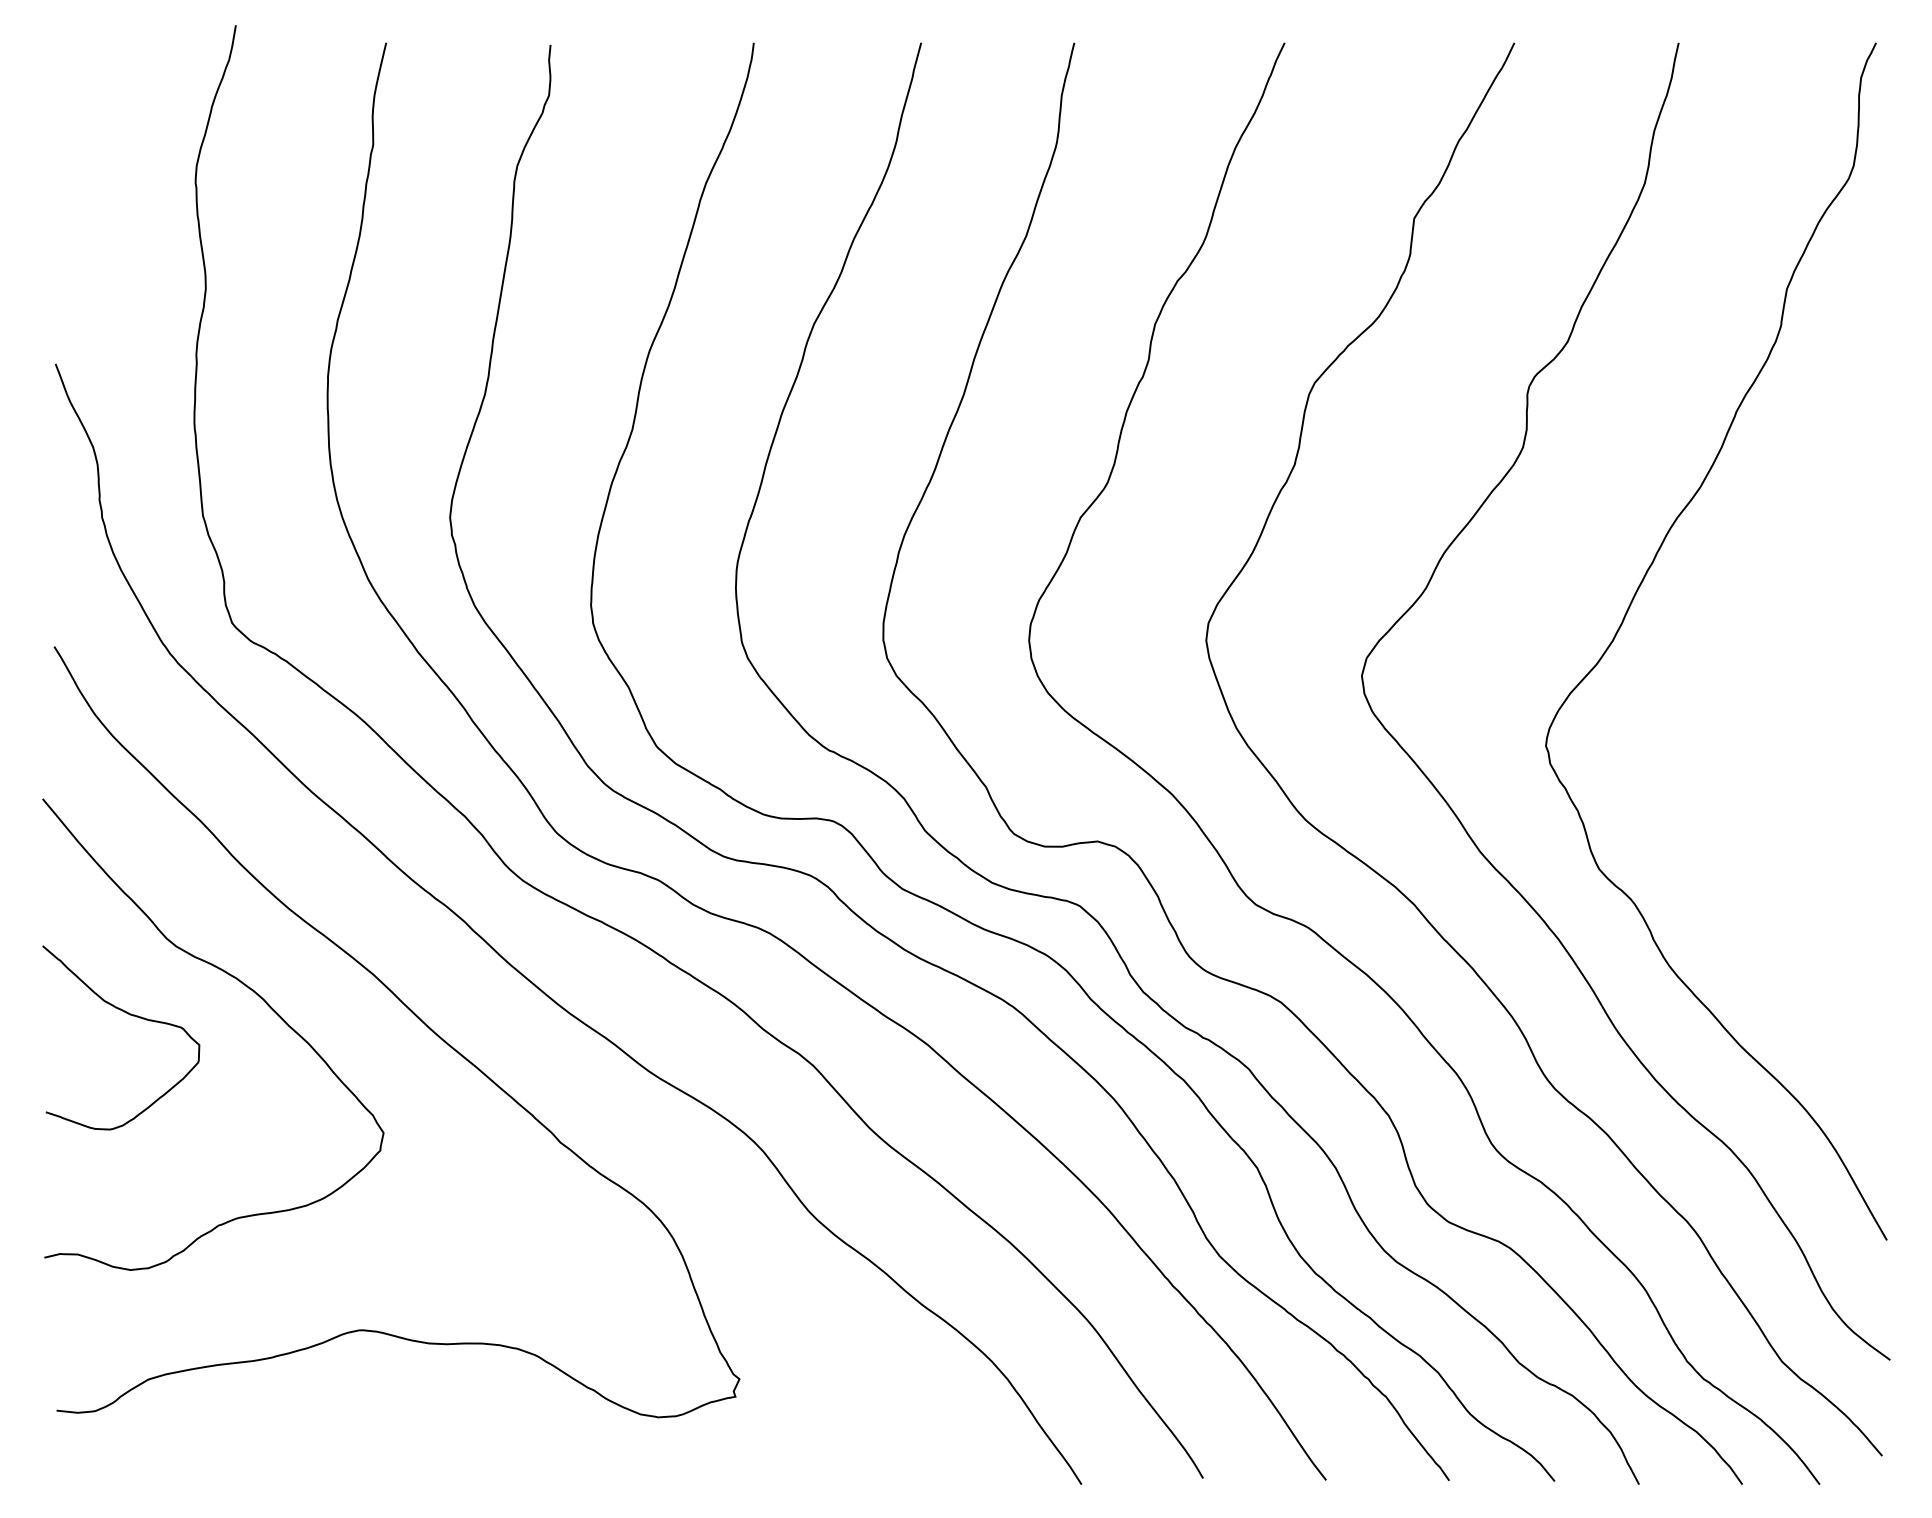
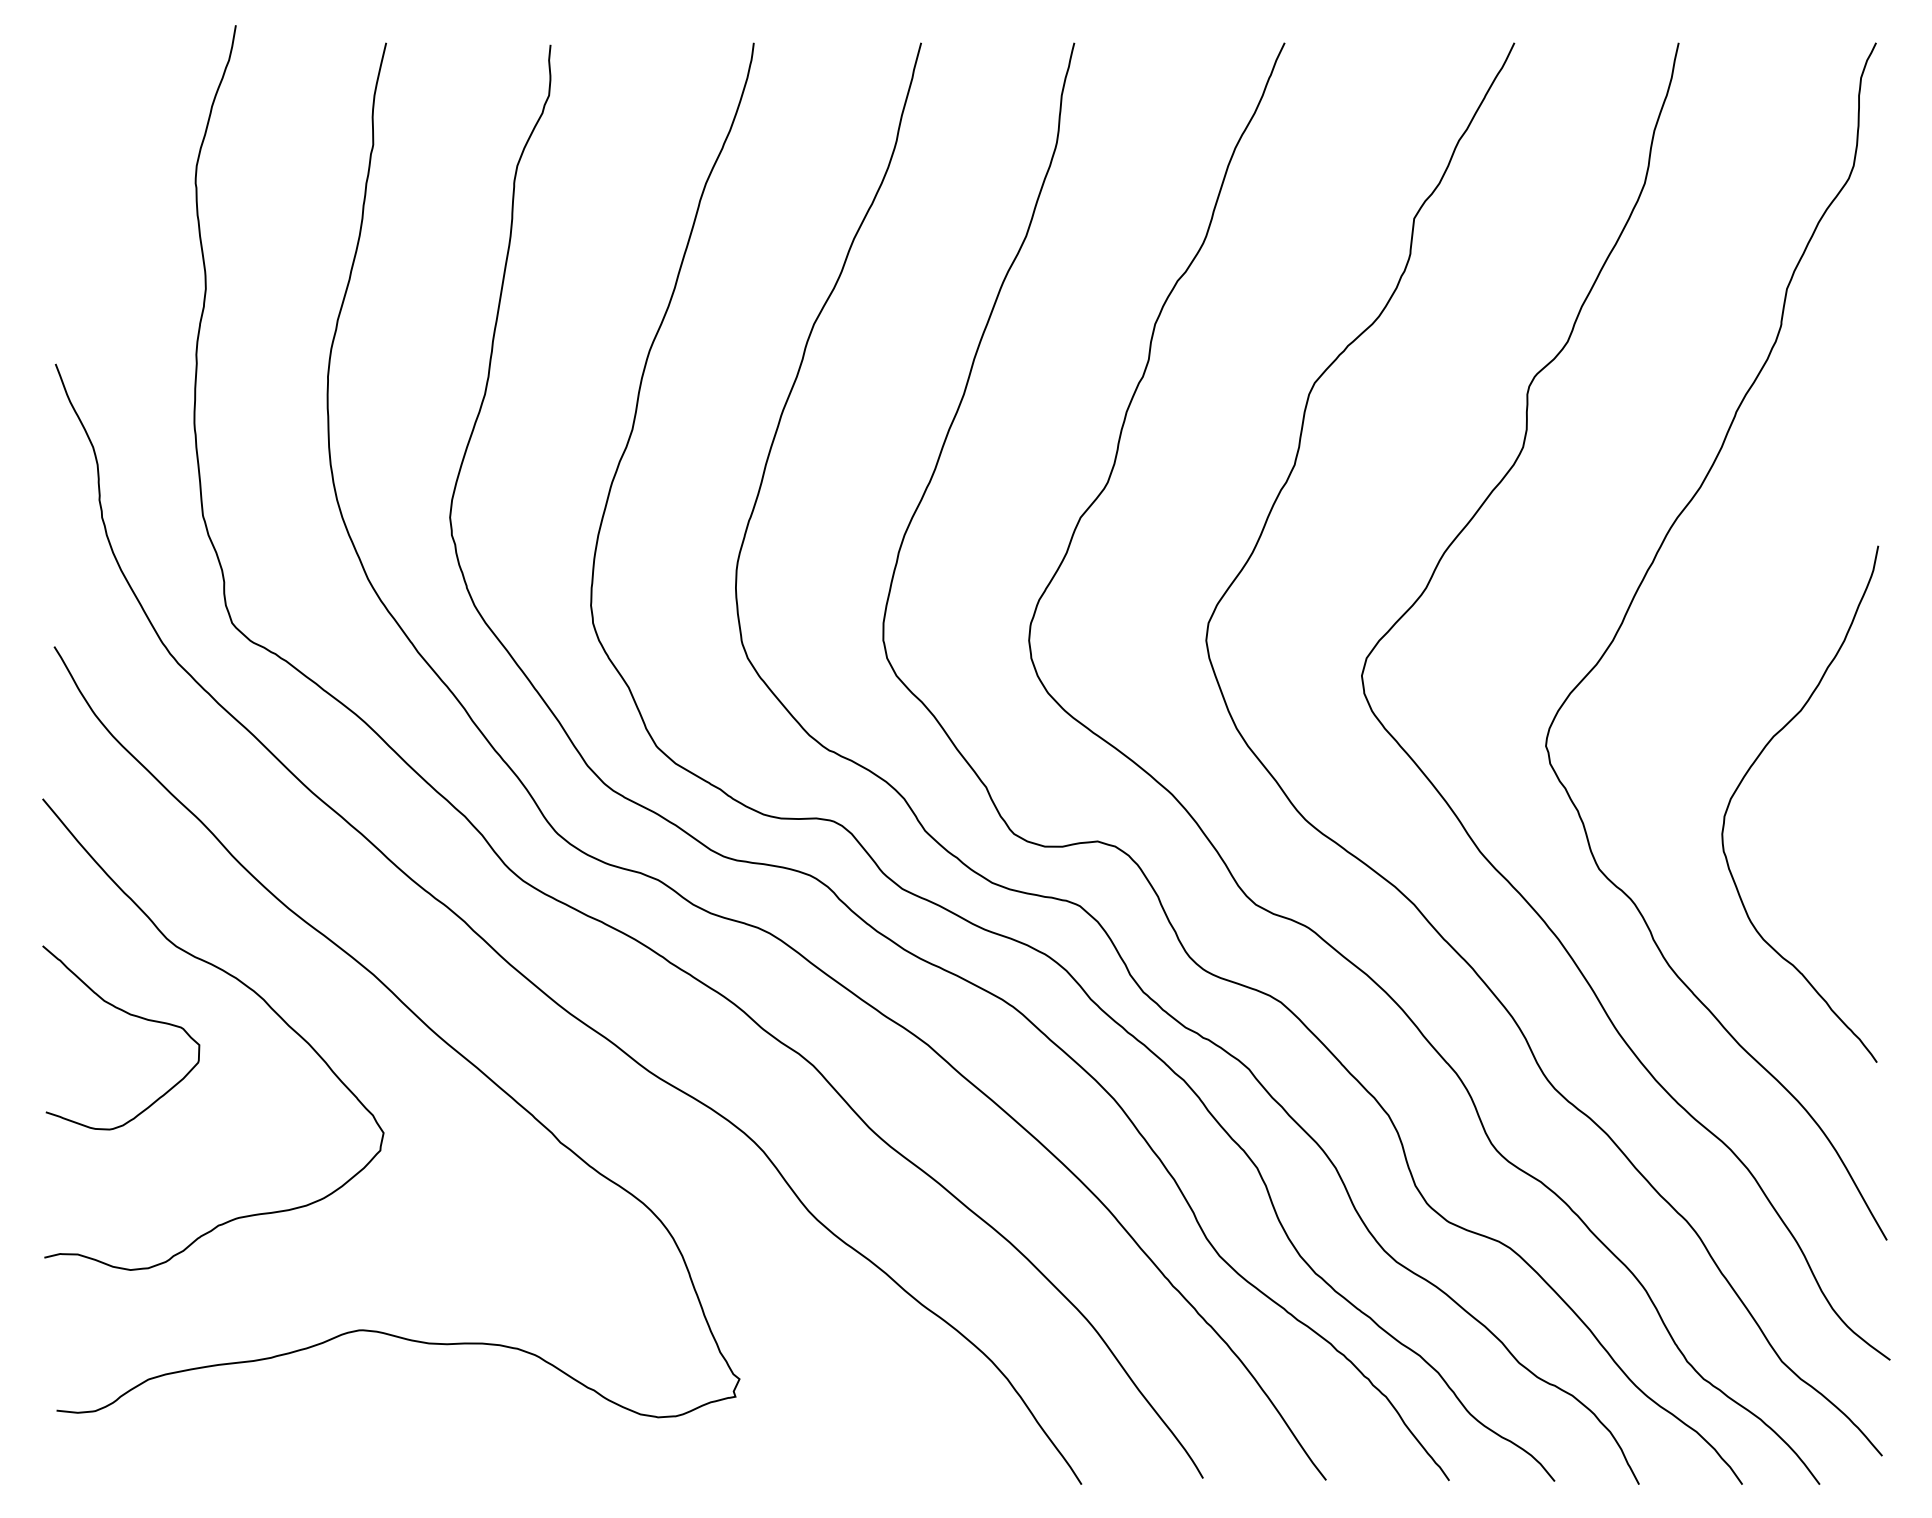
curve at (1750, 769): none -> present
